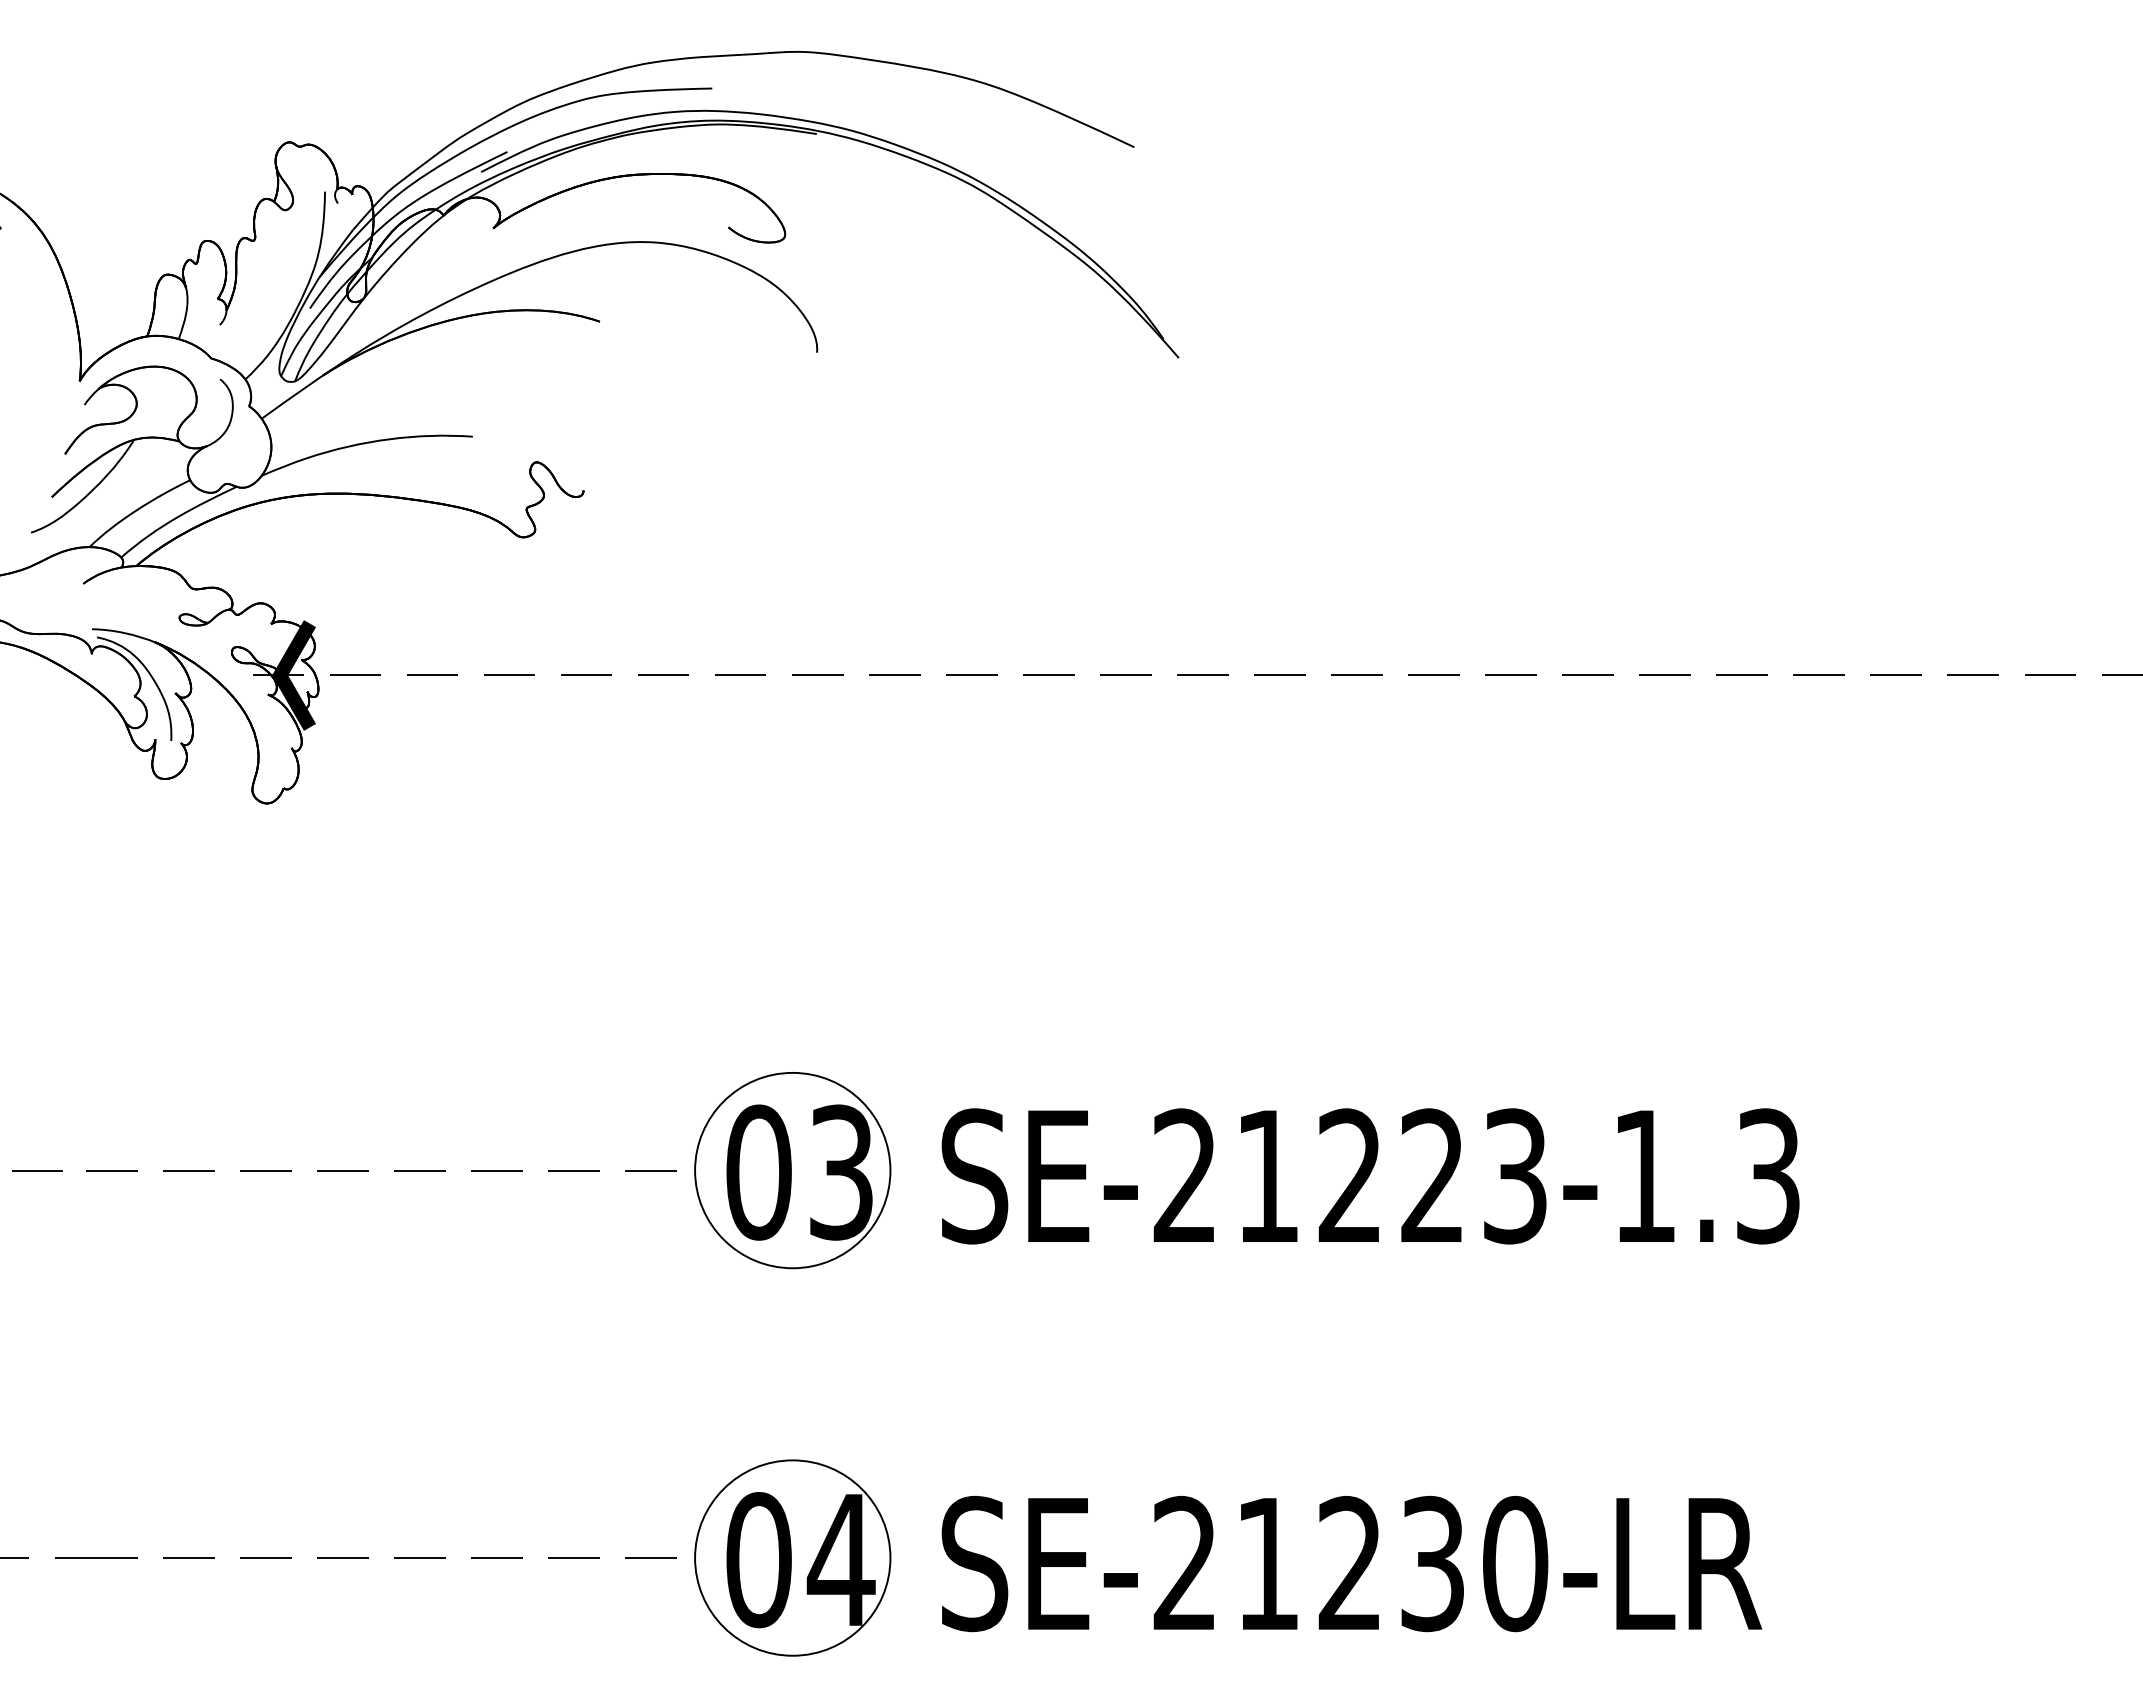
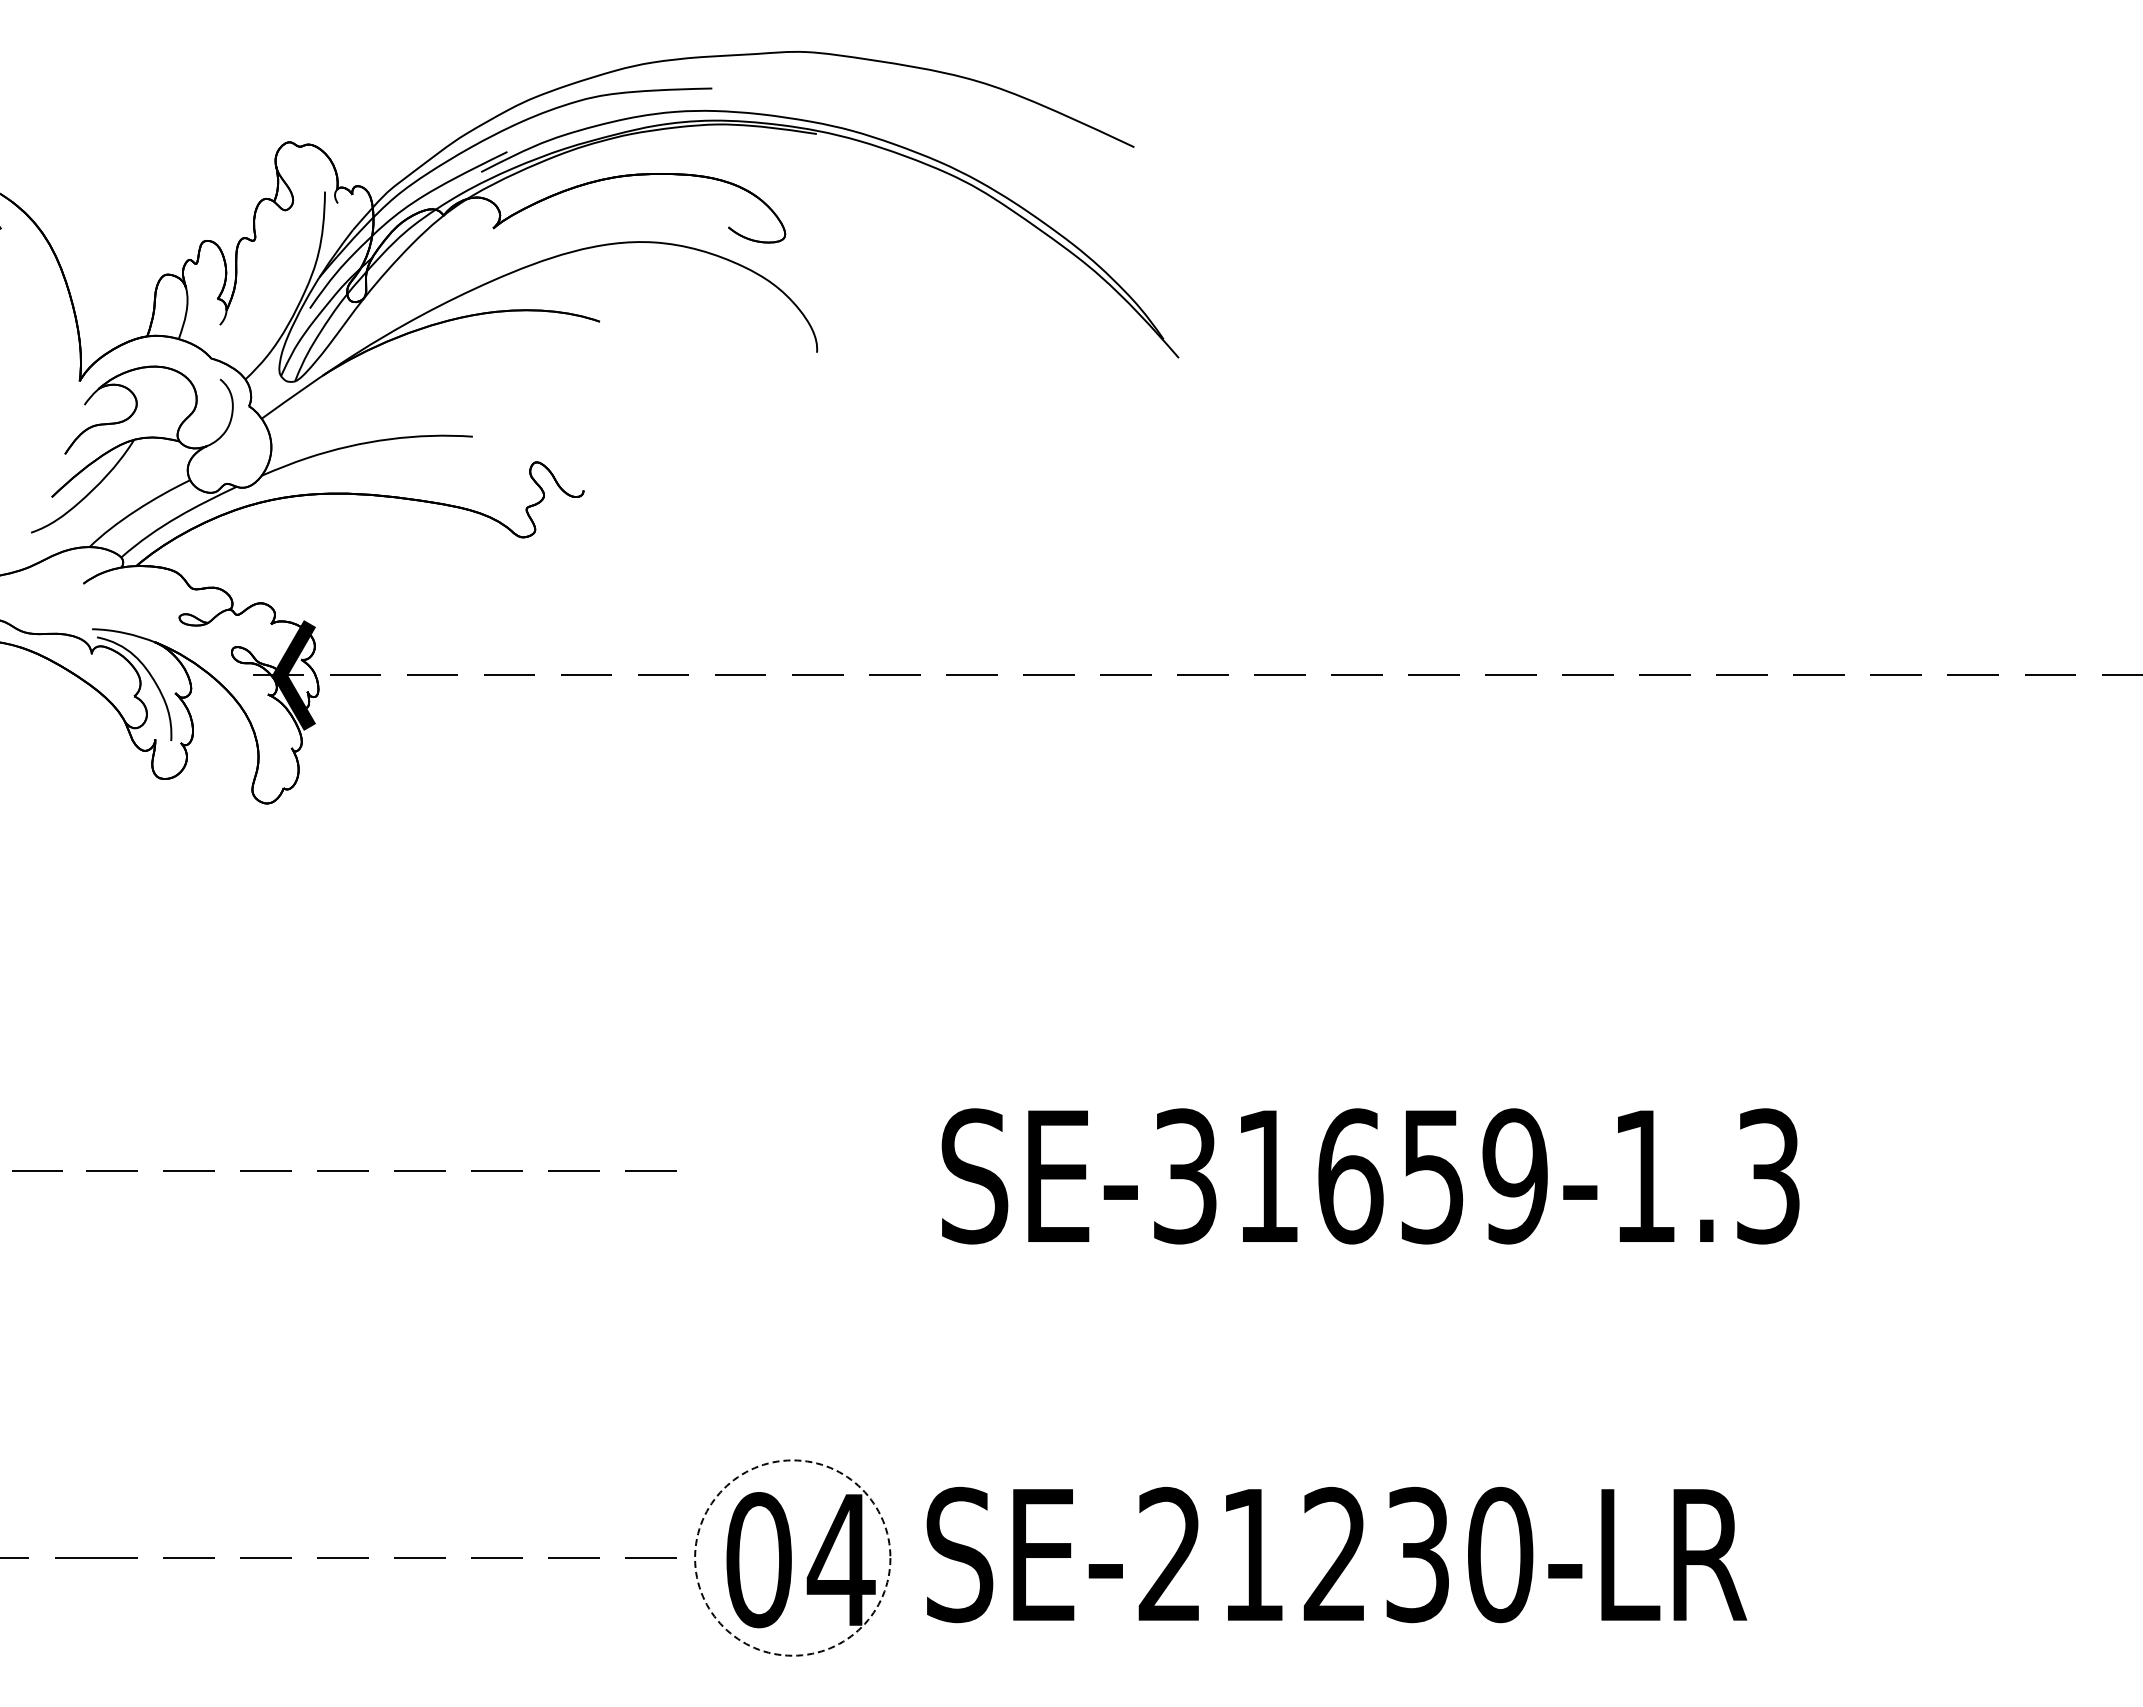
part at (792, 1170): present -> none
text at (1350, 1176): SE-21223-1.3 -> SE-31659-1.3
circle at (792, 1557): solid -> dashed
text at (1351, 1563) position: (1351, 1563) -> (1336, 1554)
